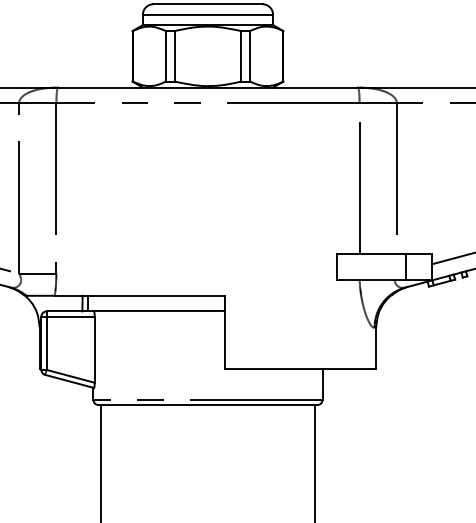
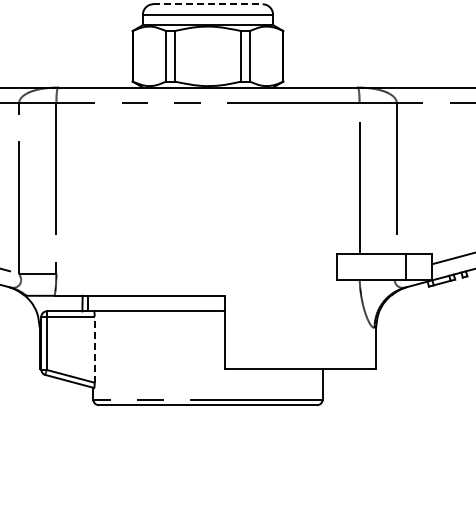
line at (207, 4): solid -> dashed
line at (94, 349): solid -> dashed
line at (101, 462): present -> none
line at (314, 462): present -> none
